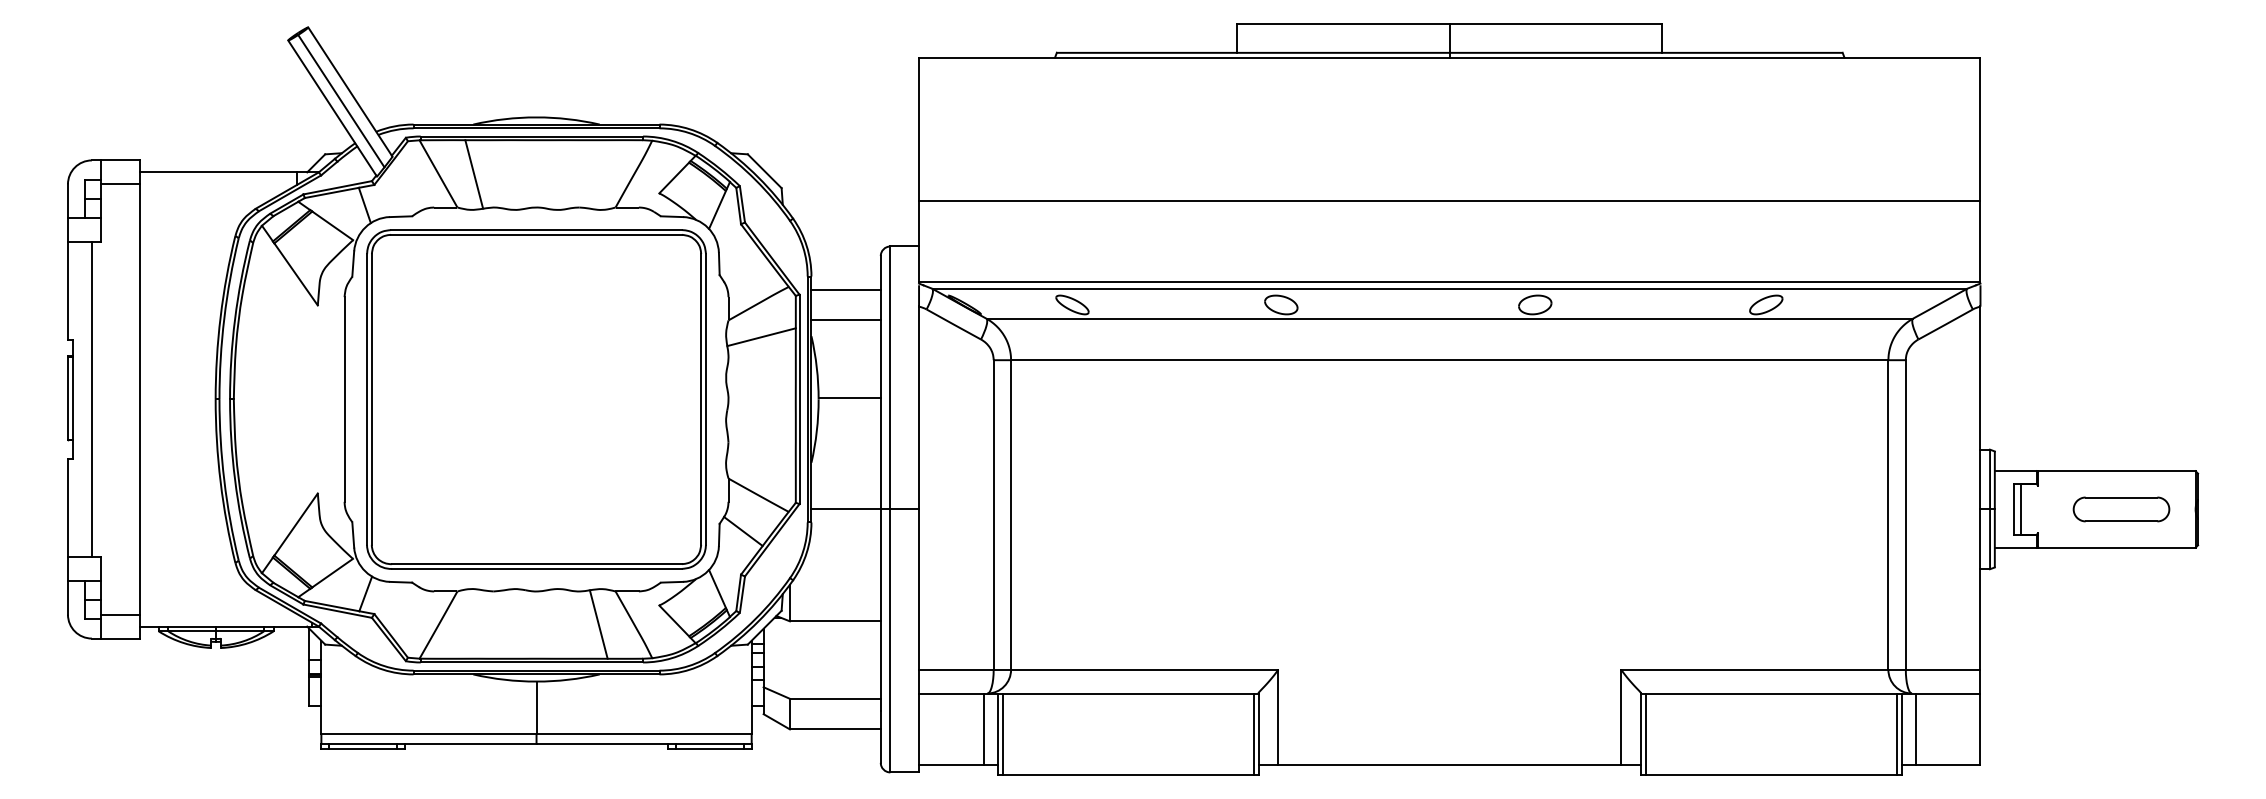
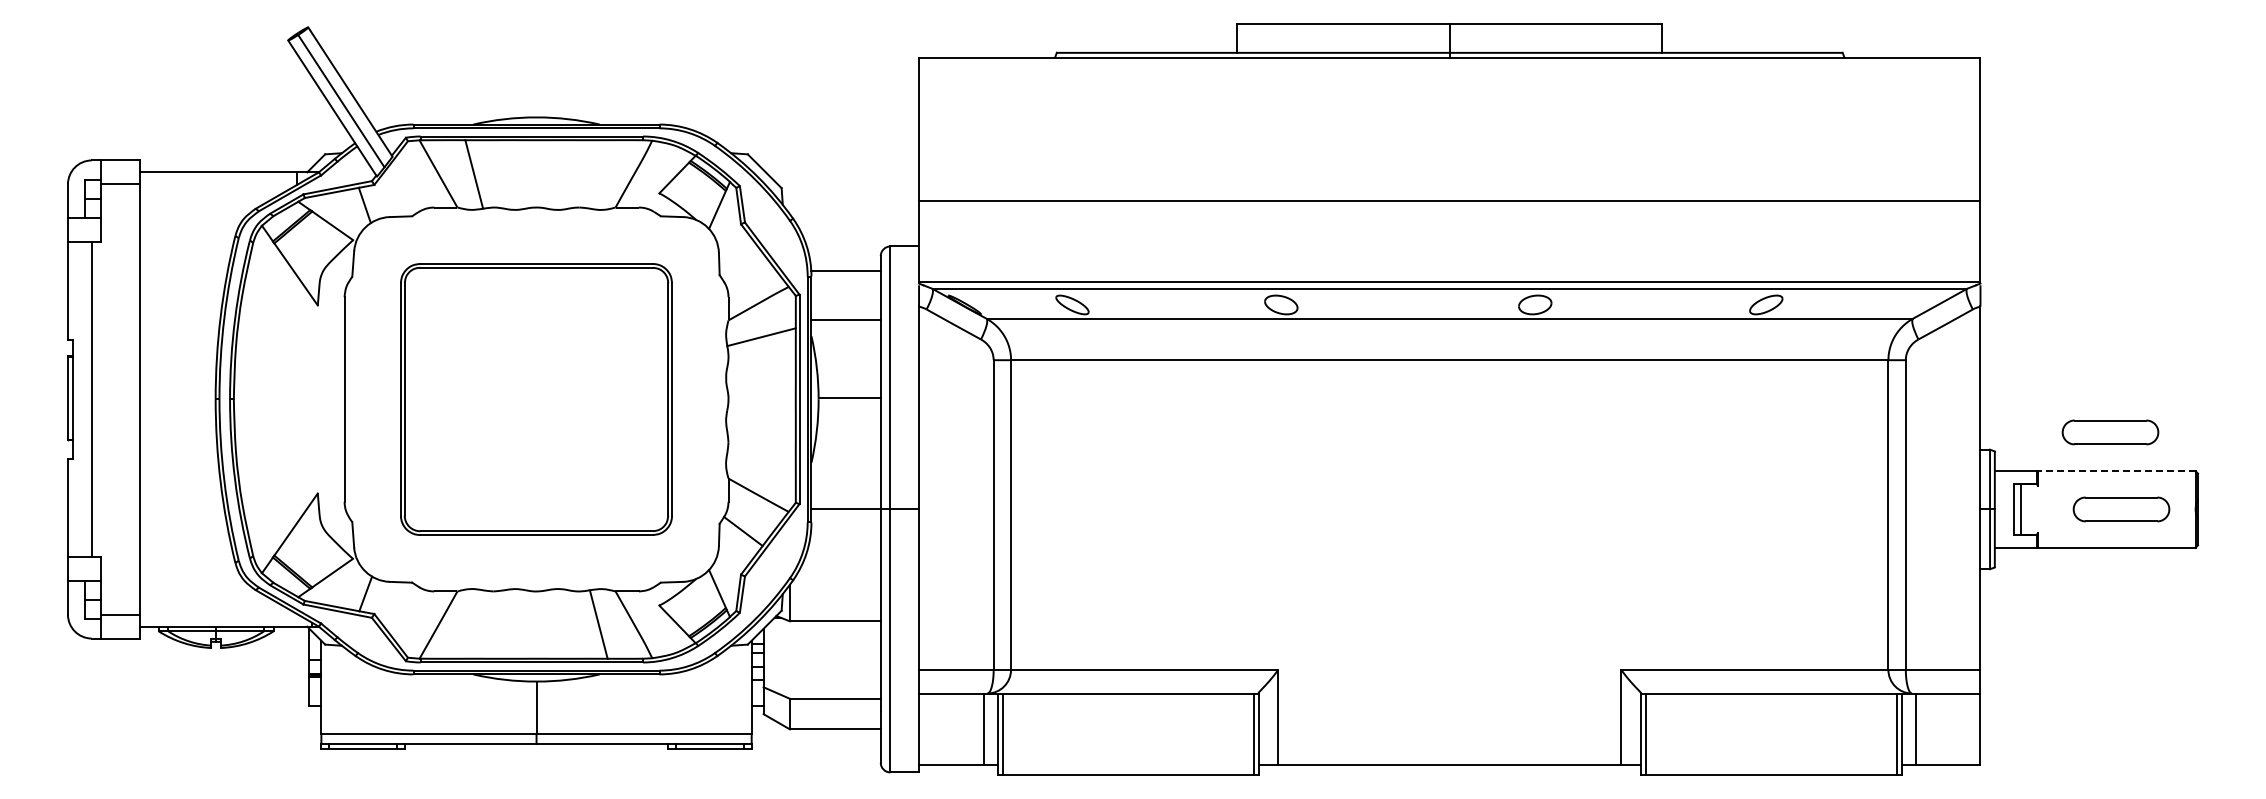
line at (845, 289) position: (845, 289) -> (845, 270)
part at (536, 399) size: 341x341 px -> 273x273 px
part at (2110, 432): none -> present
line at (2116, 471): solid -> dashed
